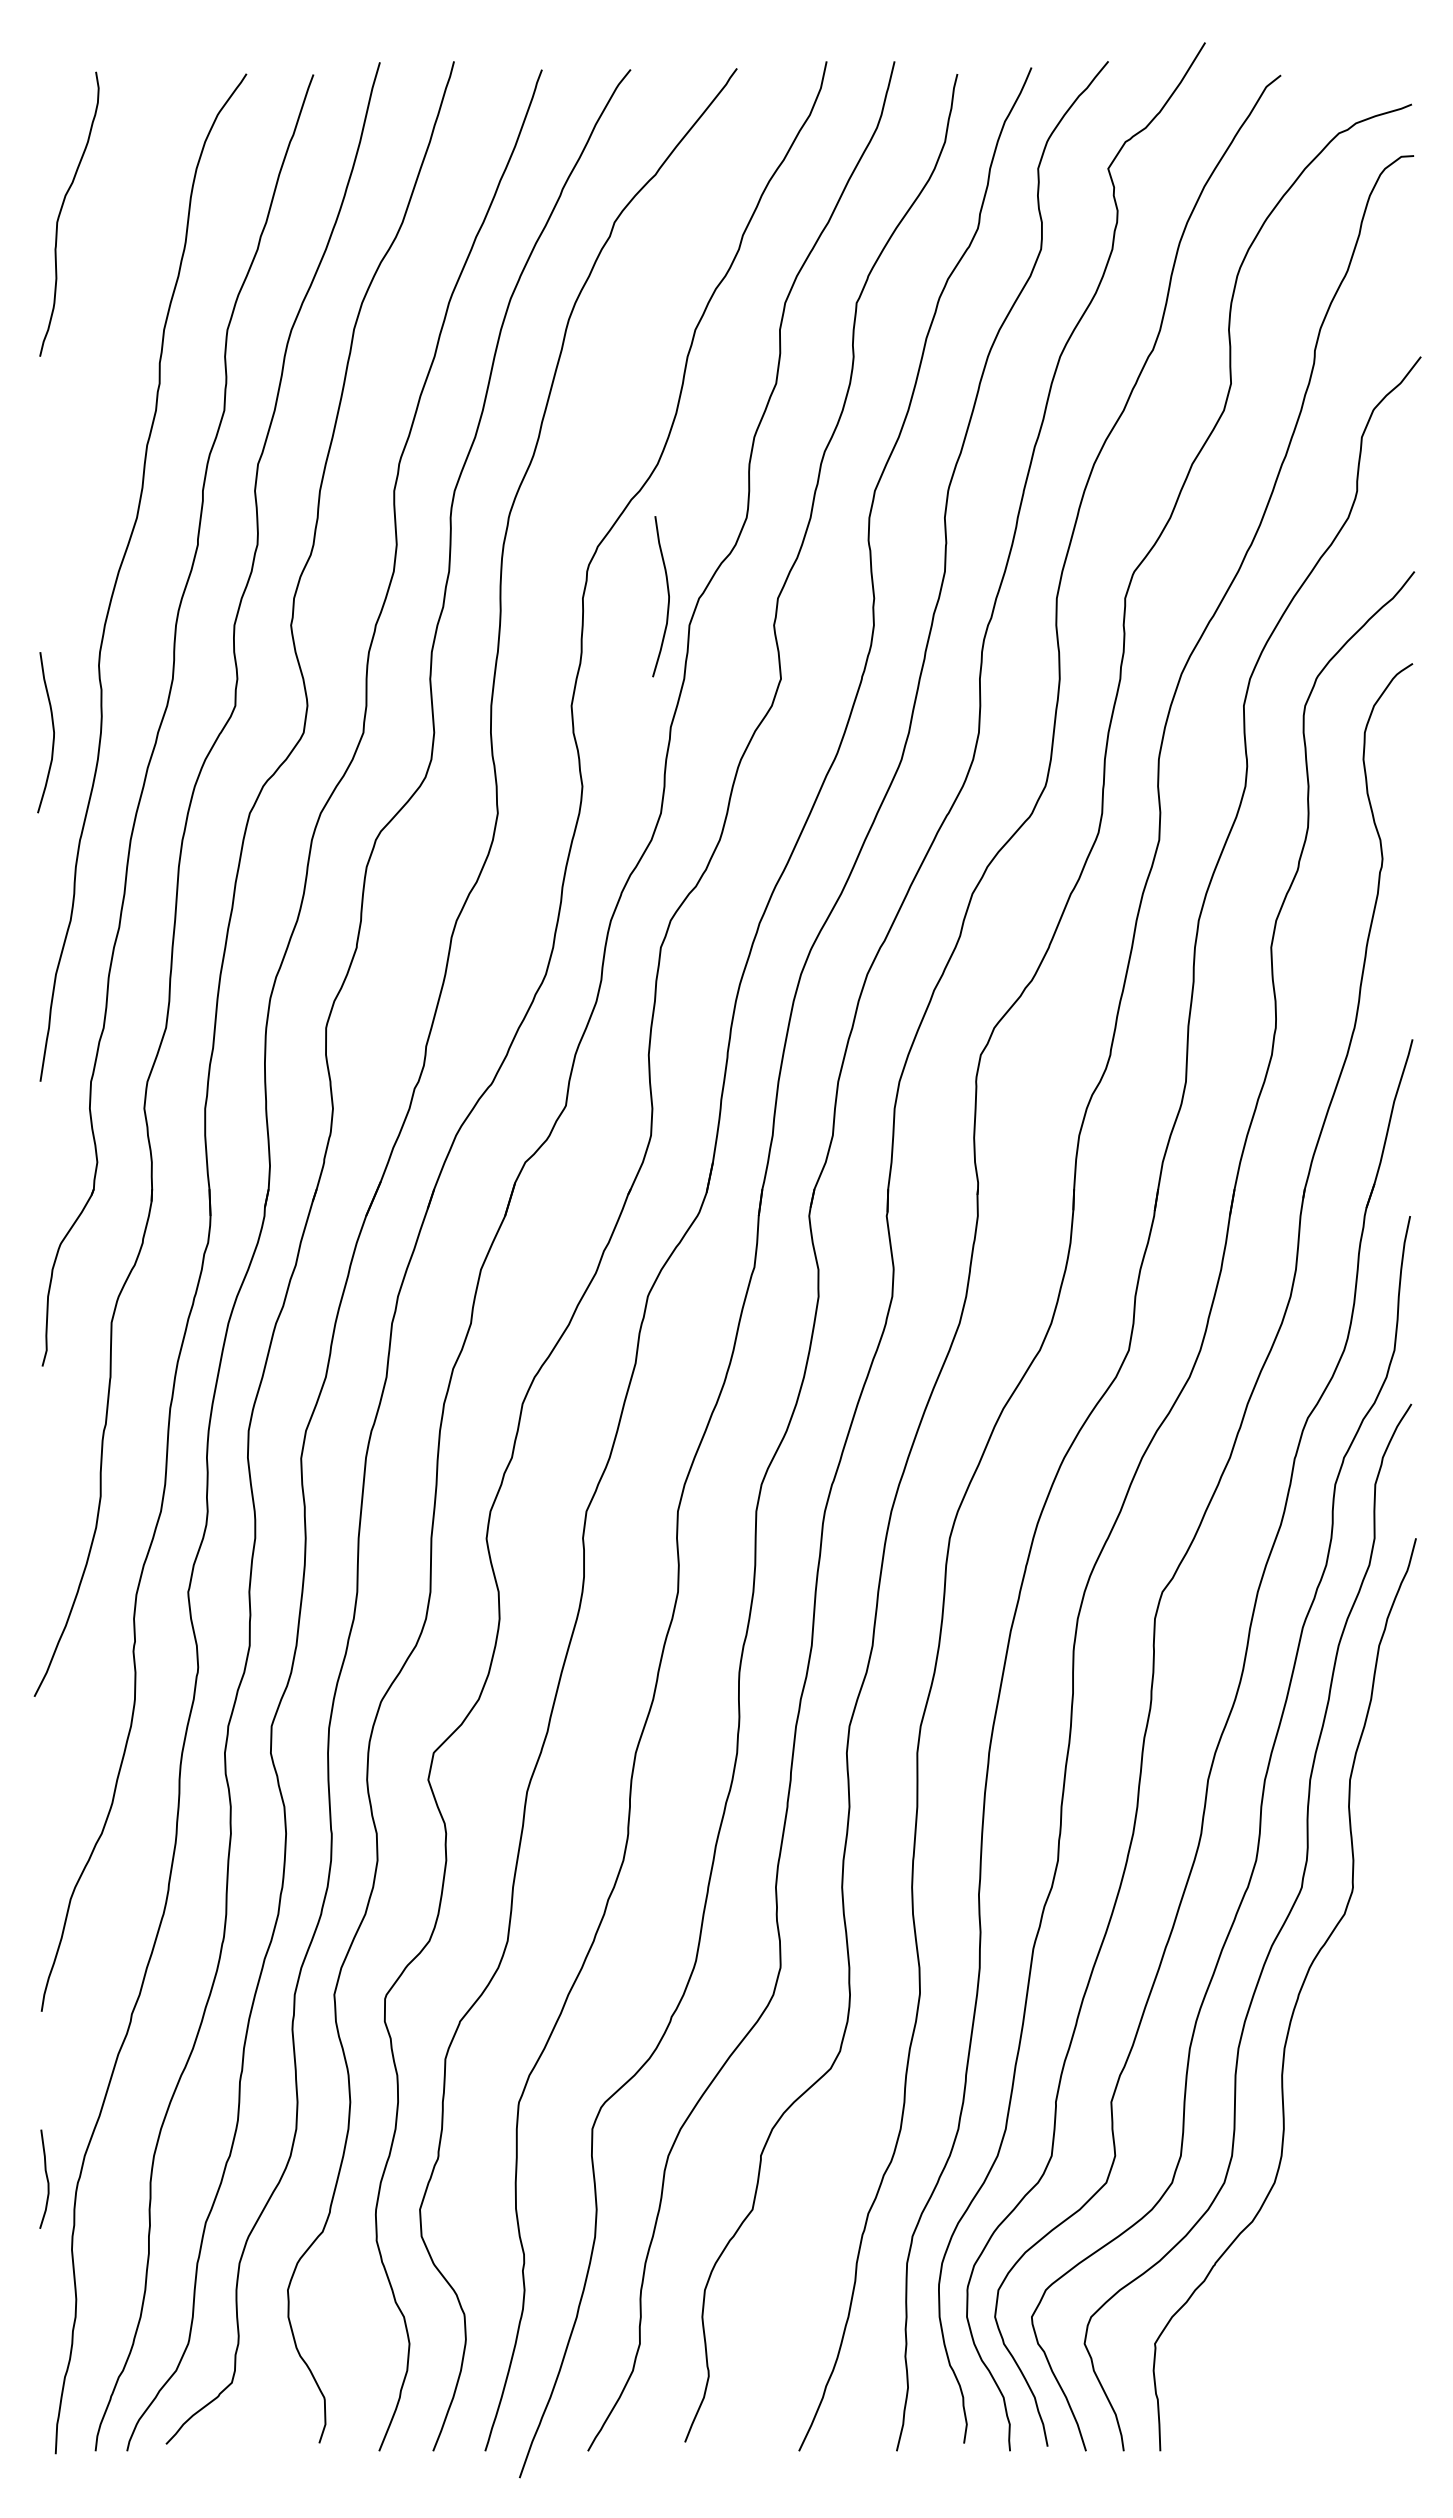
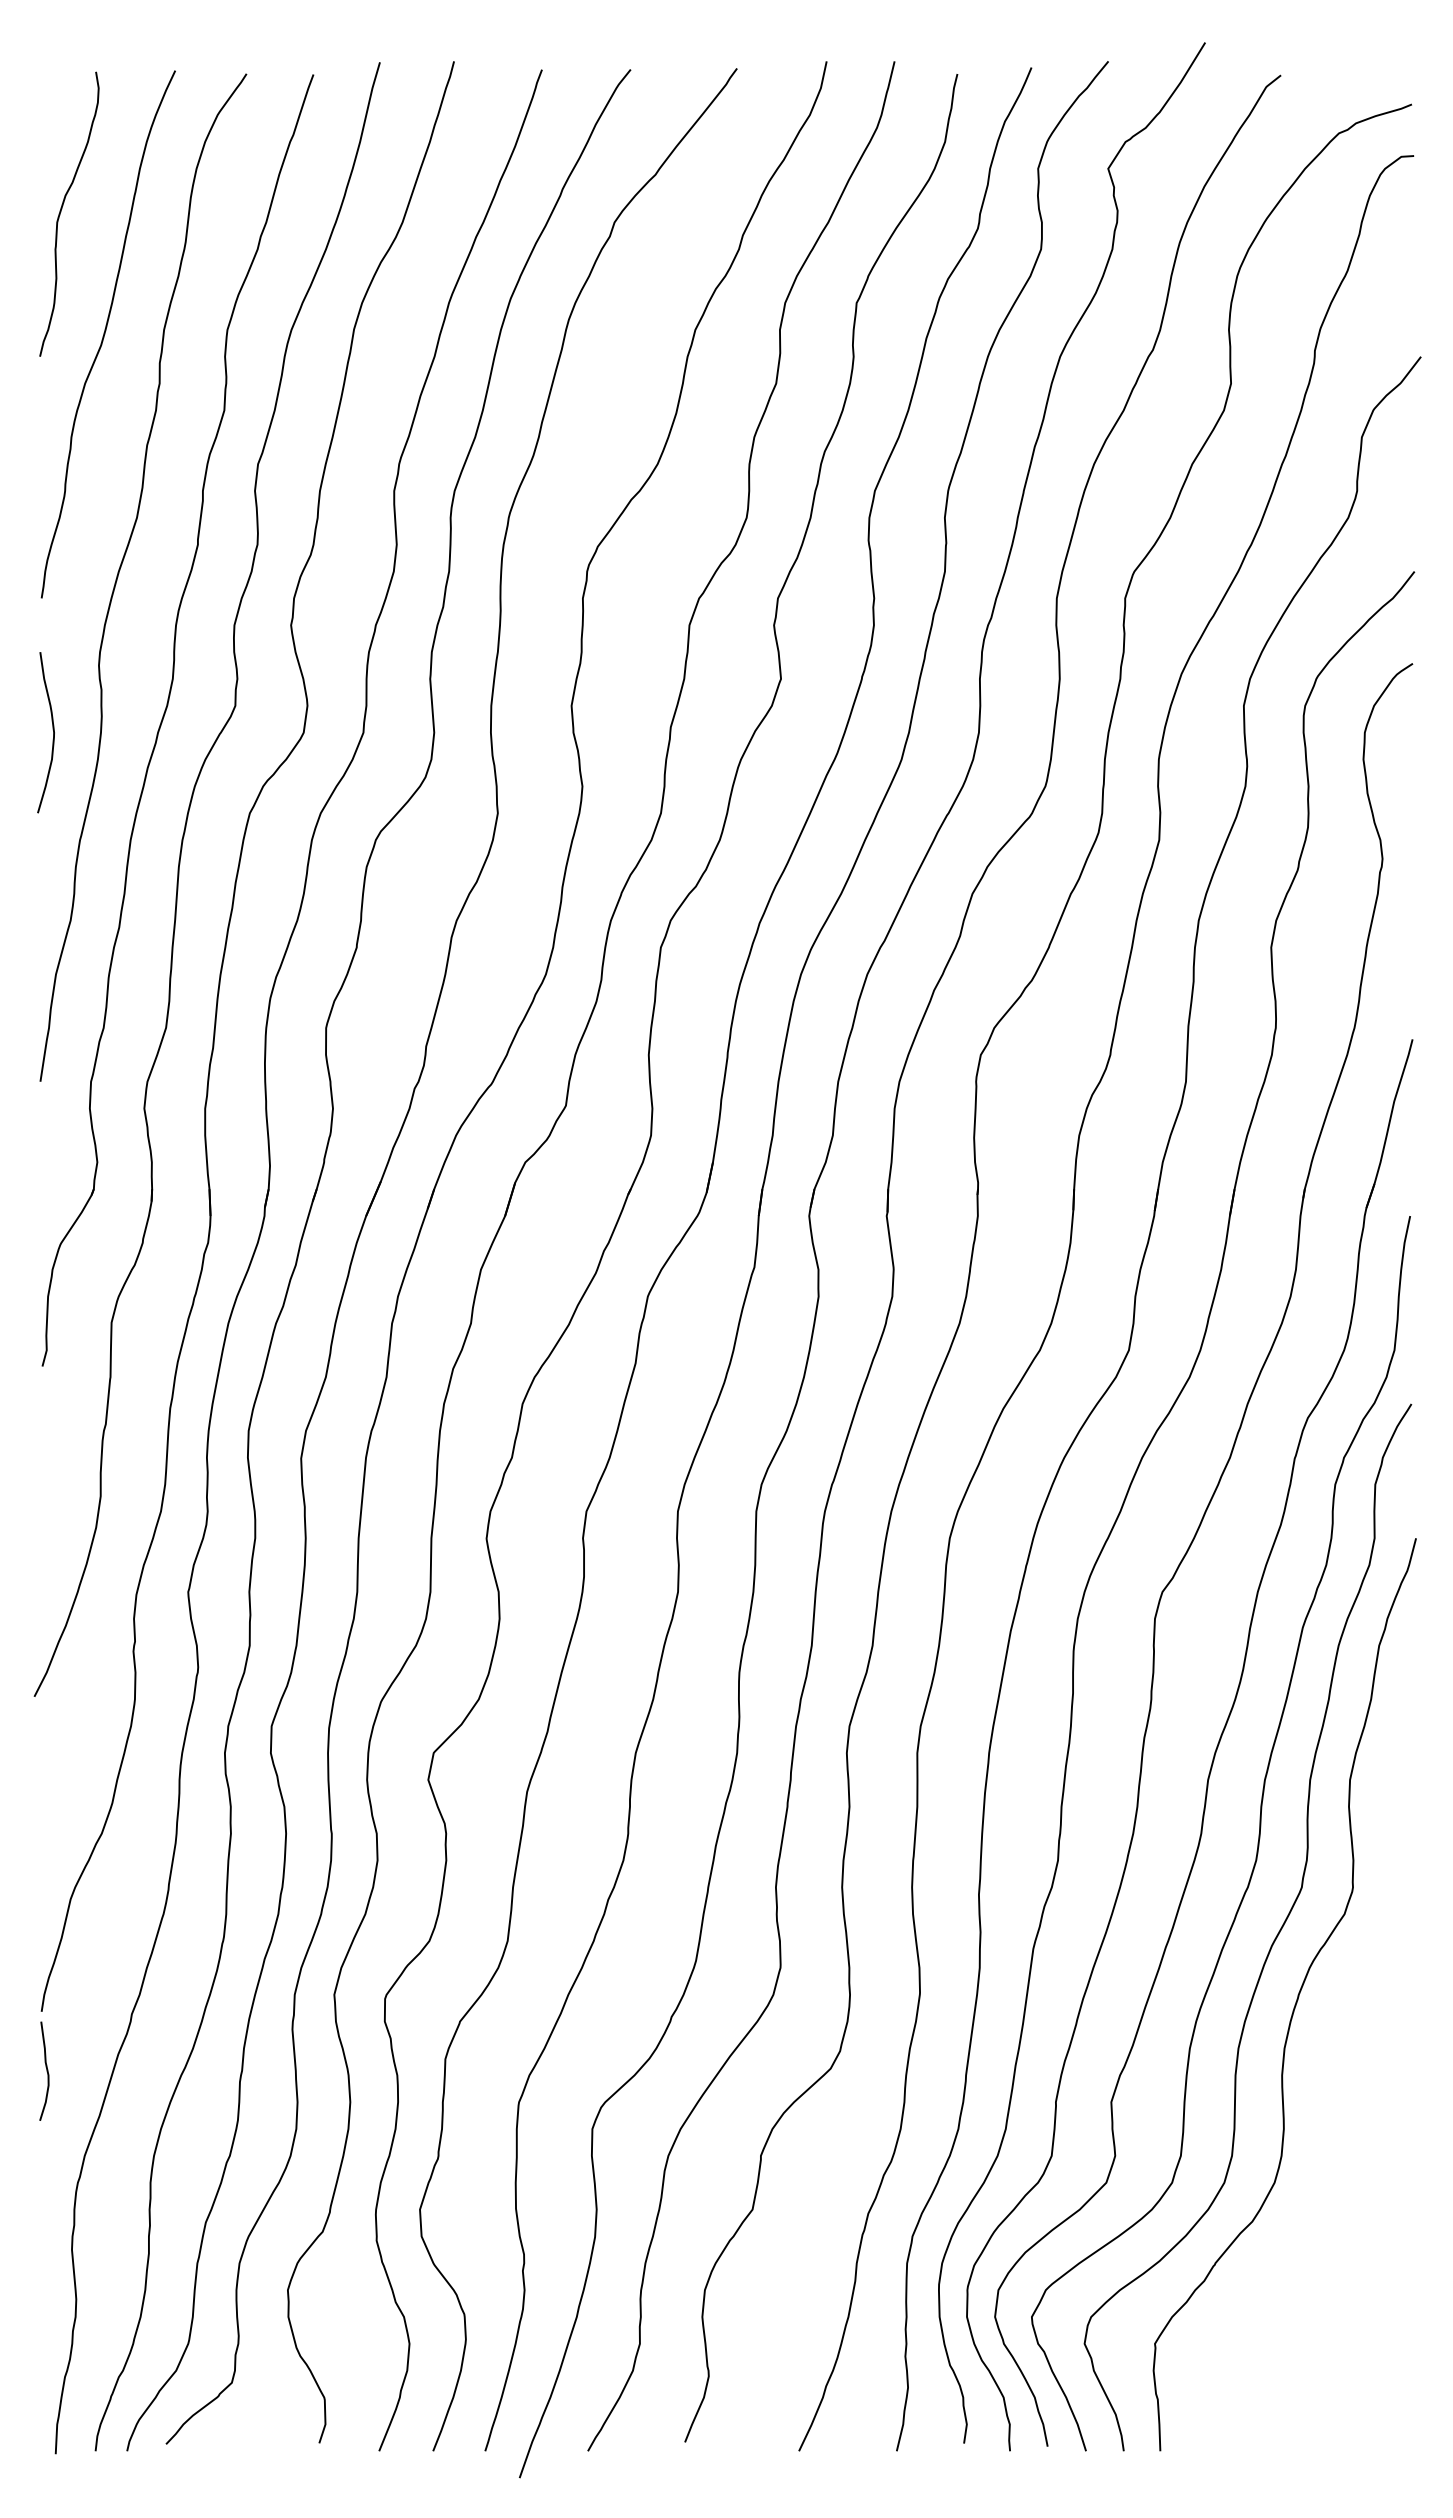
curve at (105, 334): none -> present
curve at (667, 593): present -> none
curve at (46, 2178) position: (46, 2178) -> (46, 2070)
